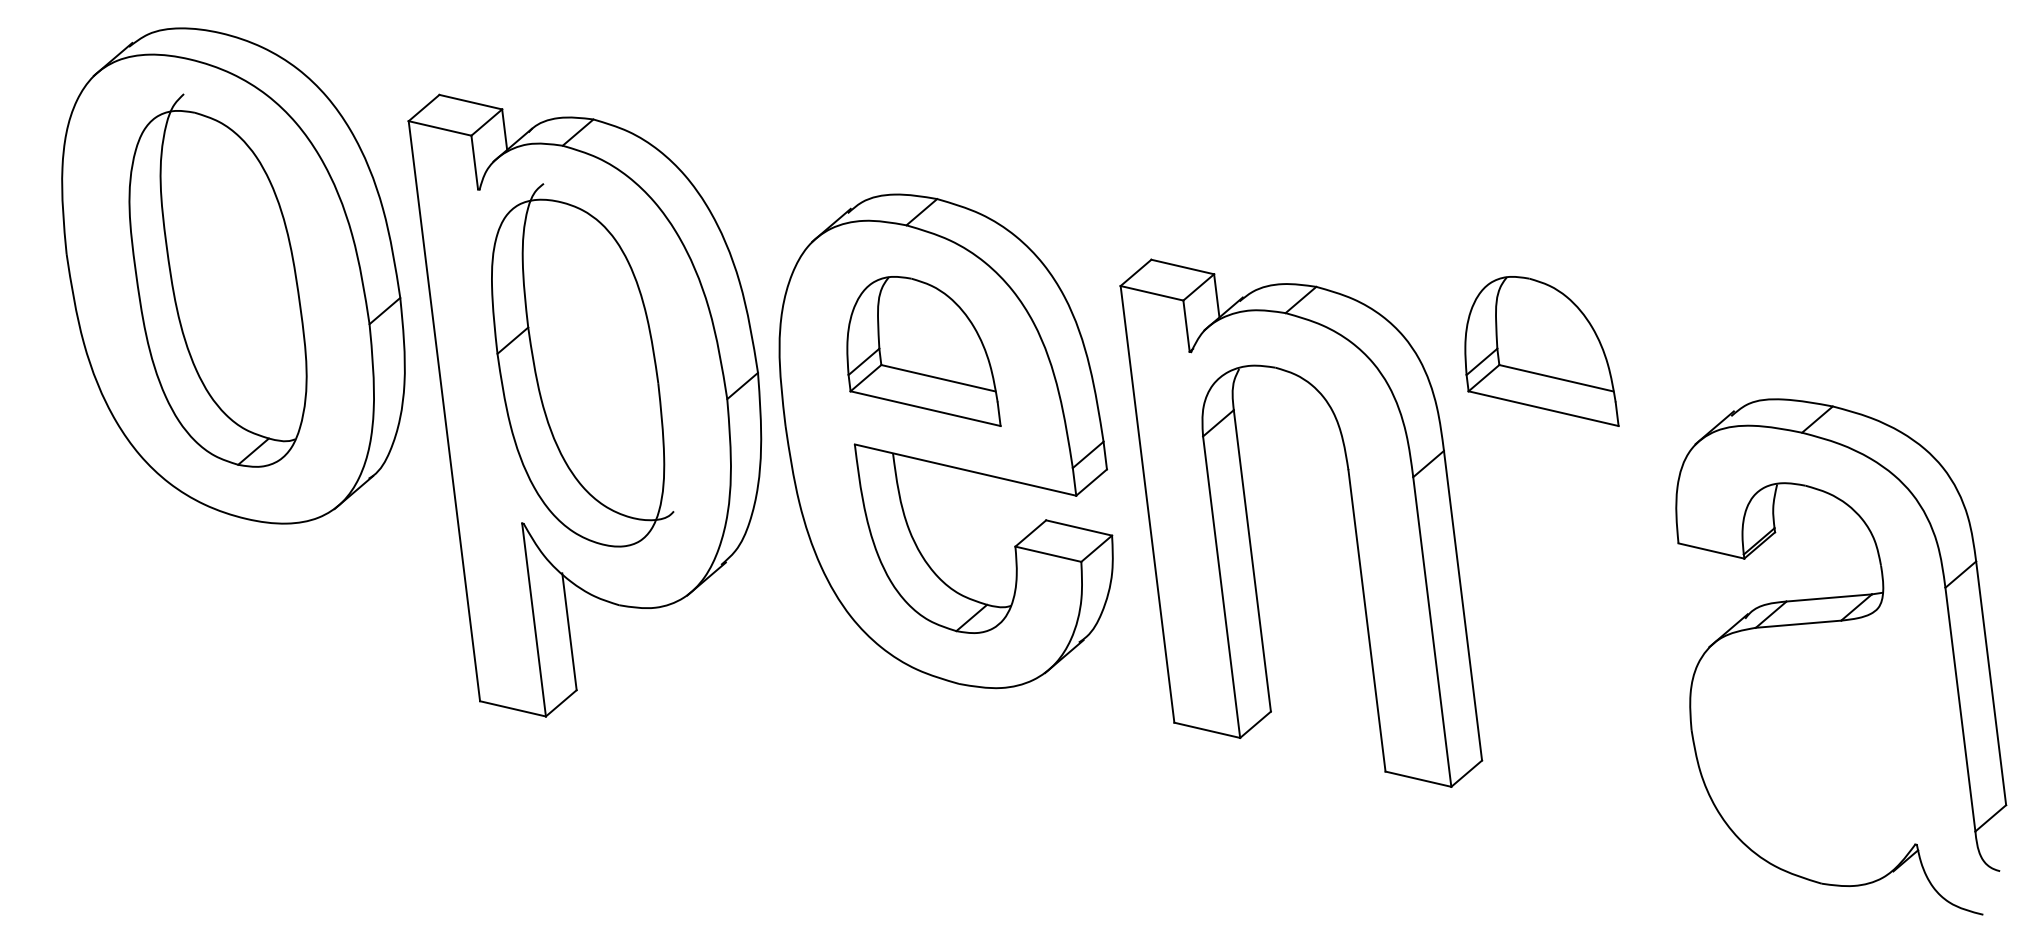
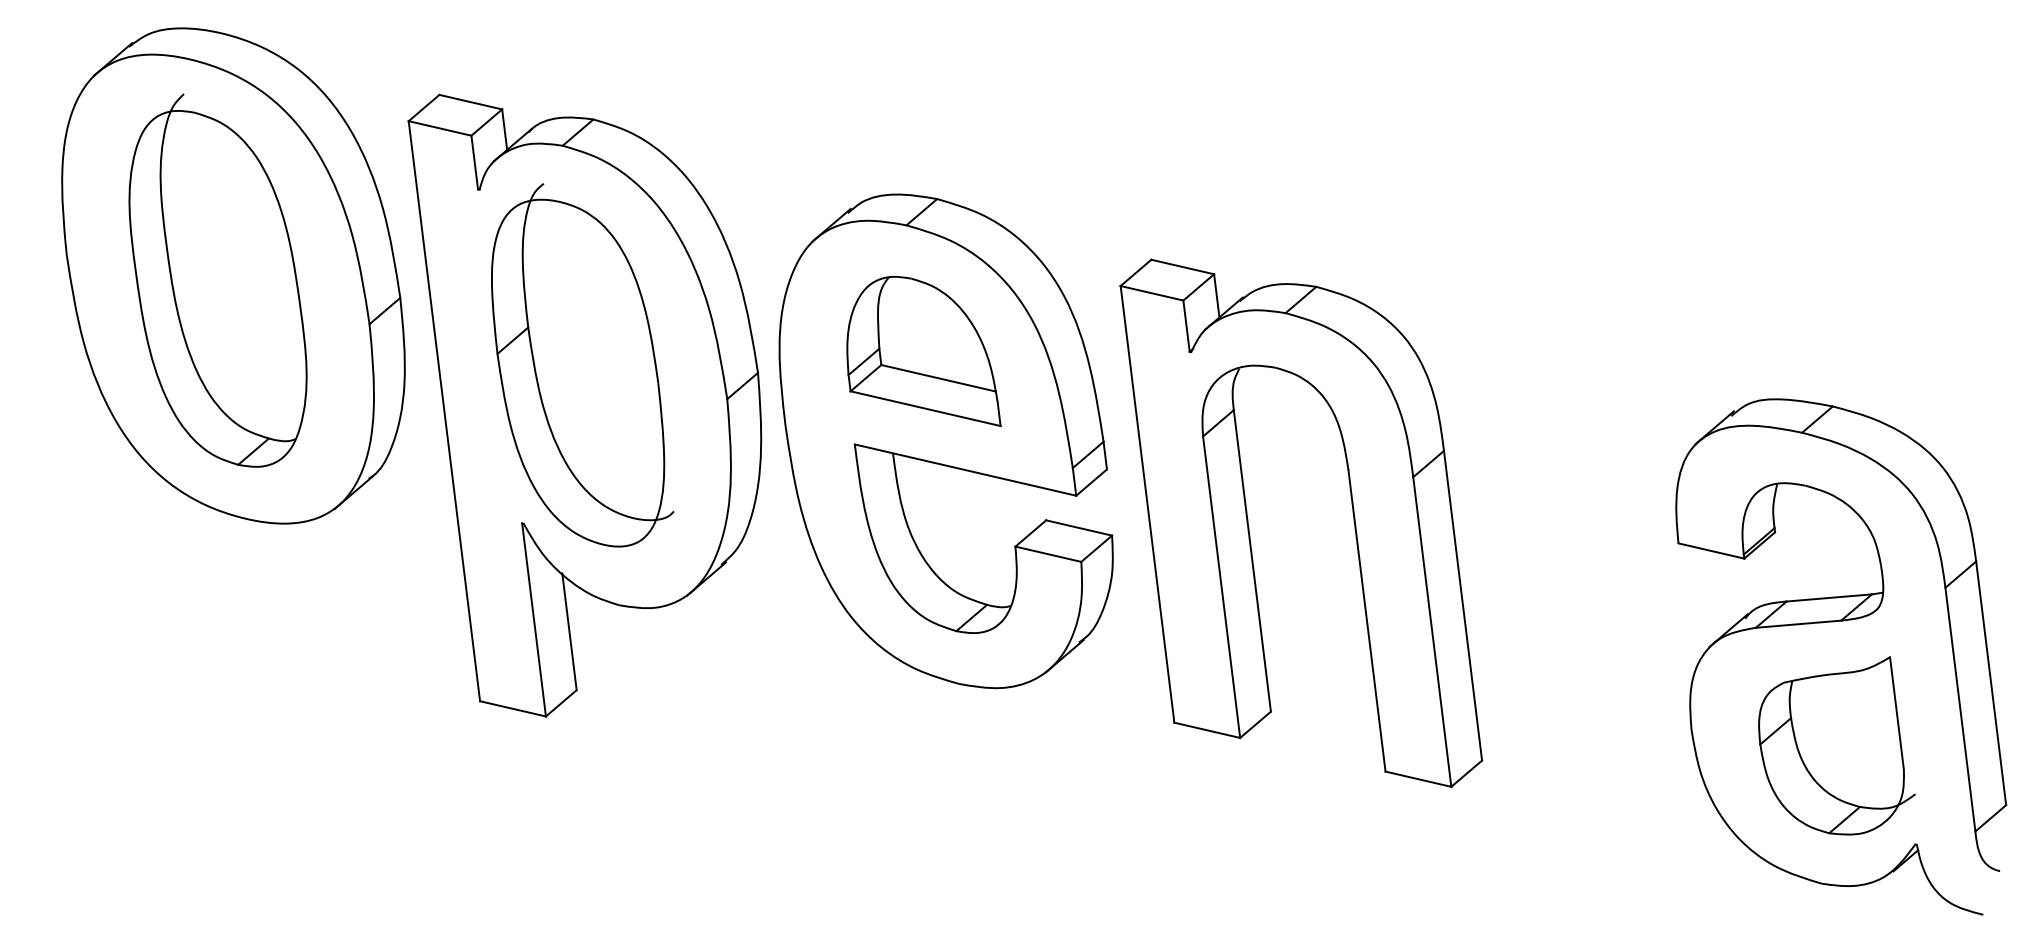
part at (1541, 351): present -> none
part at (1836, 745): none -> present
